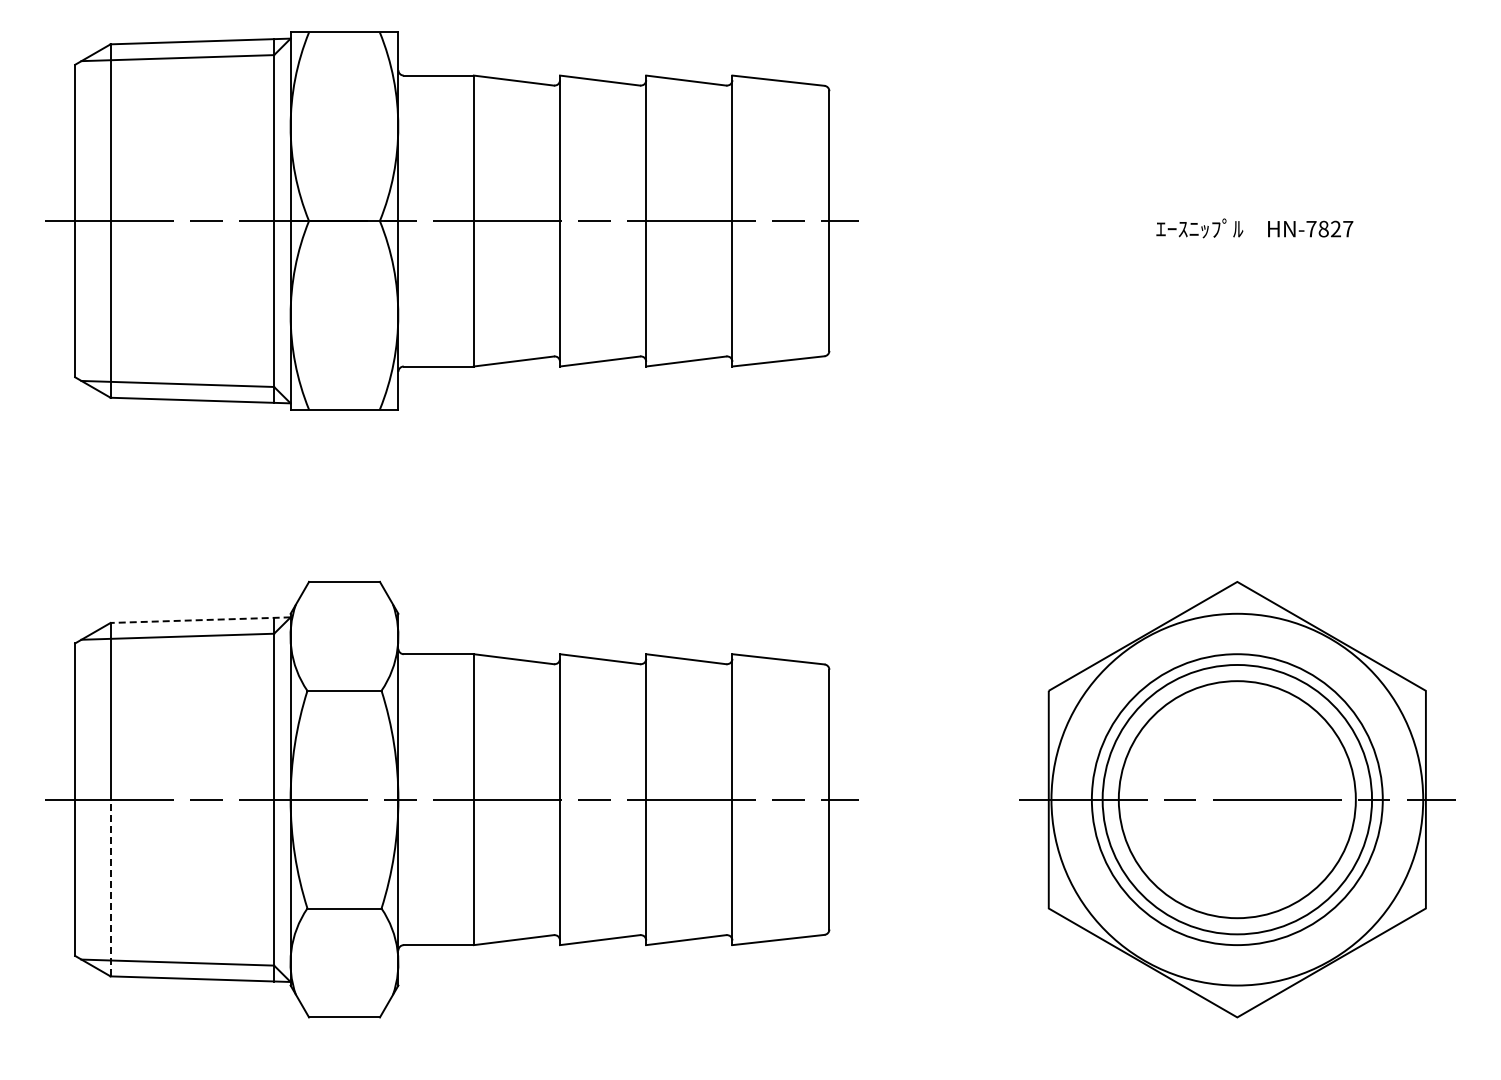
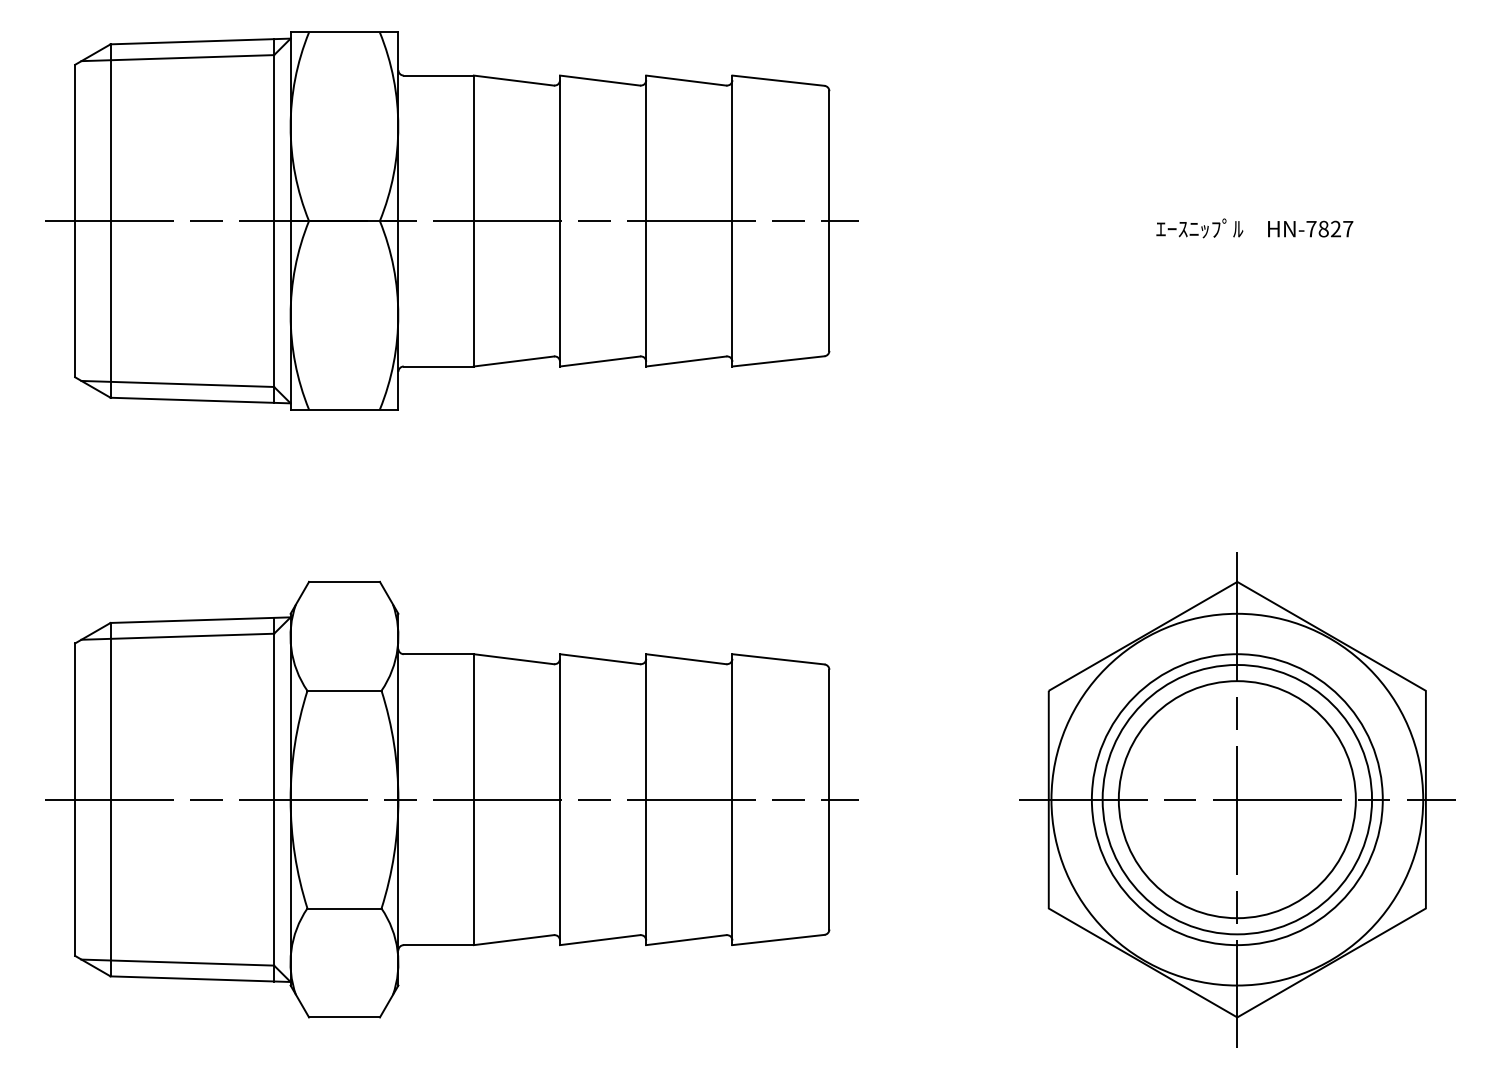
line at (200, 620): dashed -> solid
line at (1237, 799): none -> present
line at (110, 887): dashed -> solid
